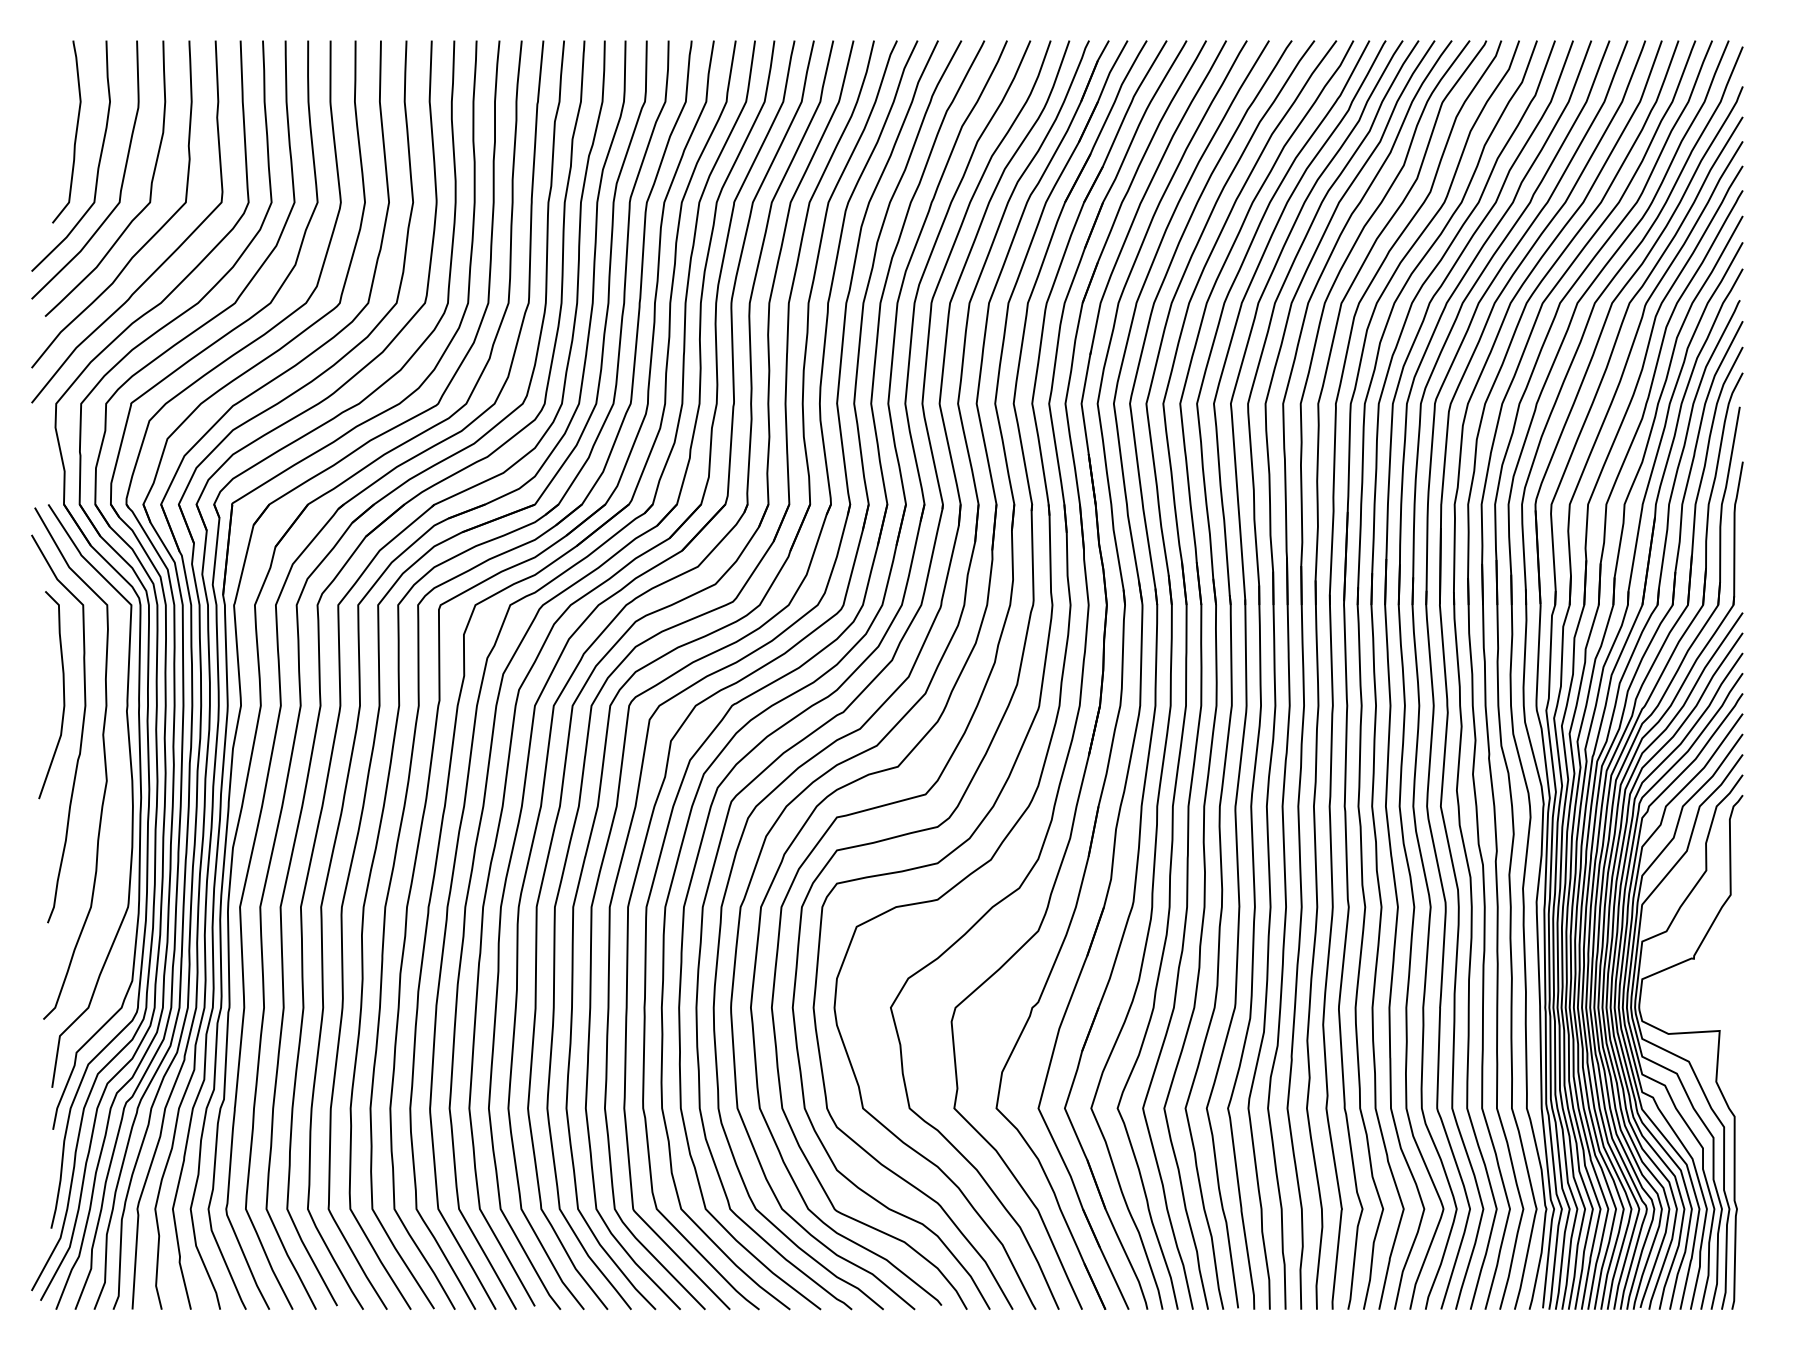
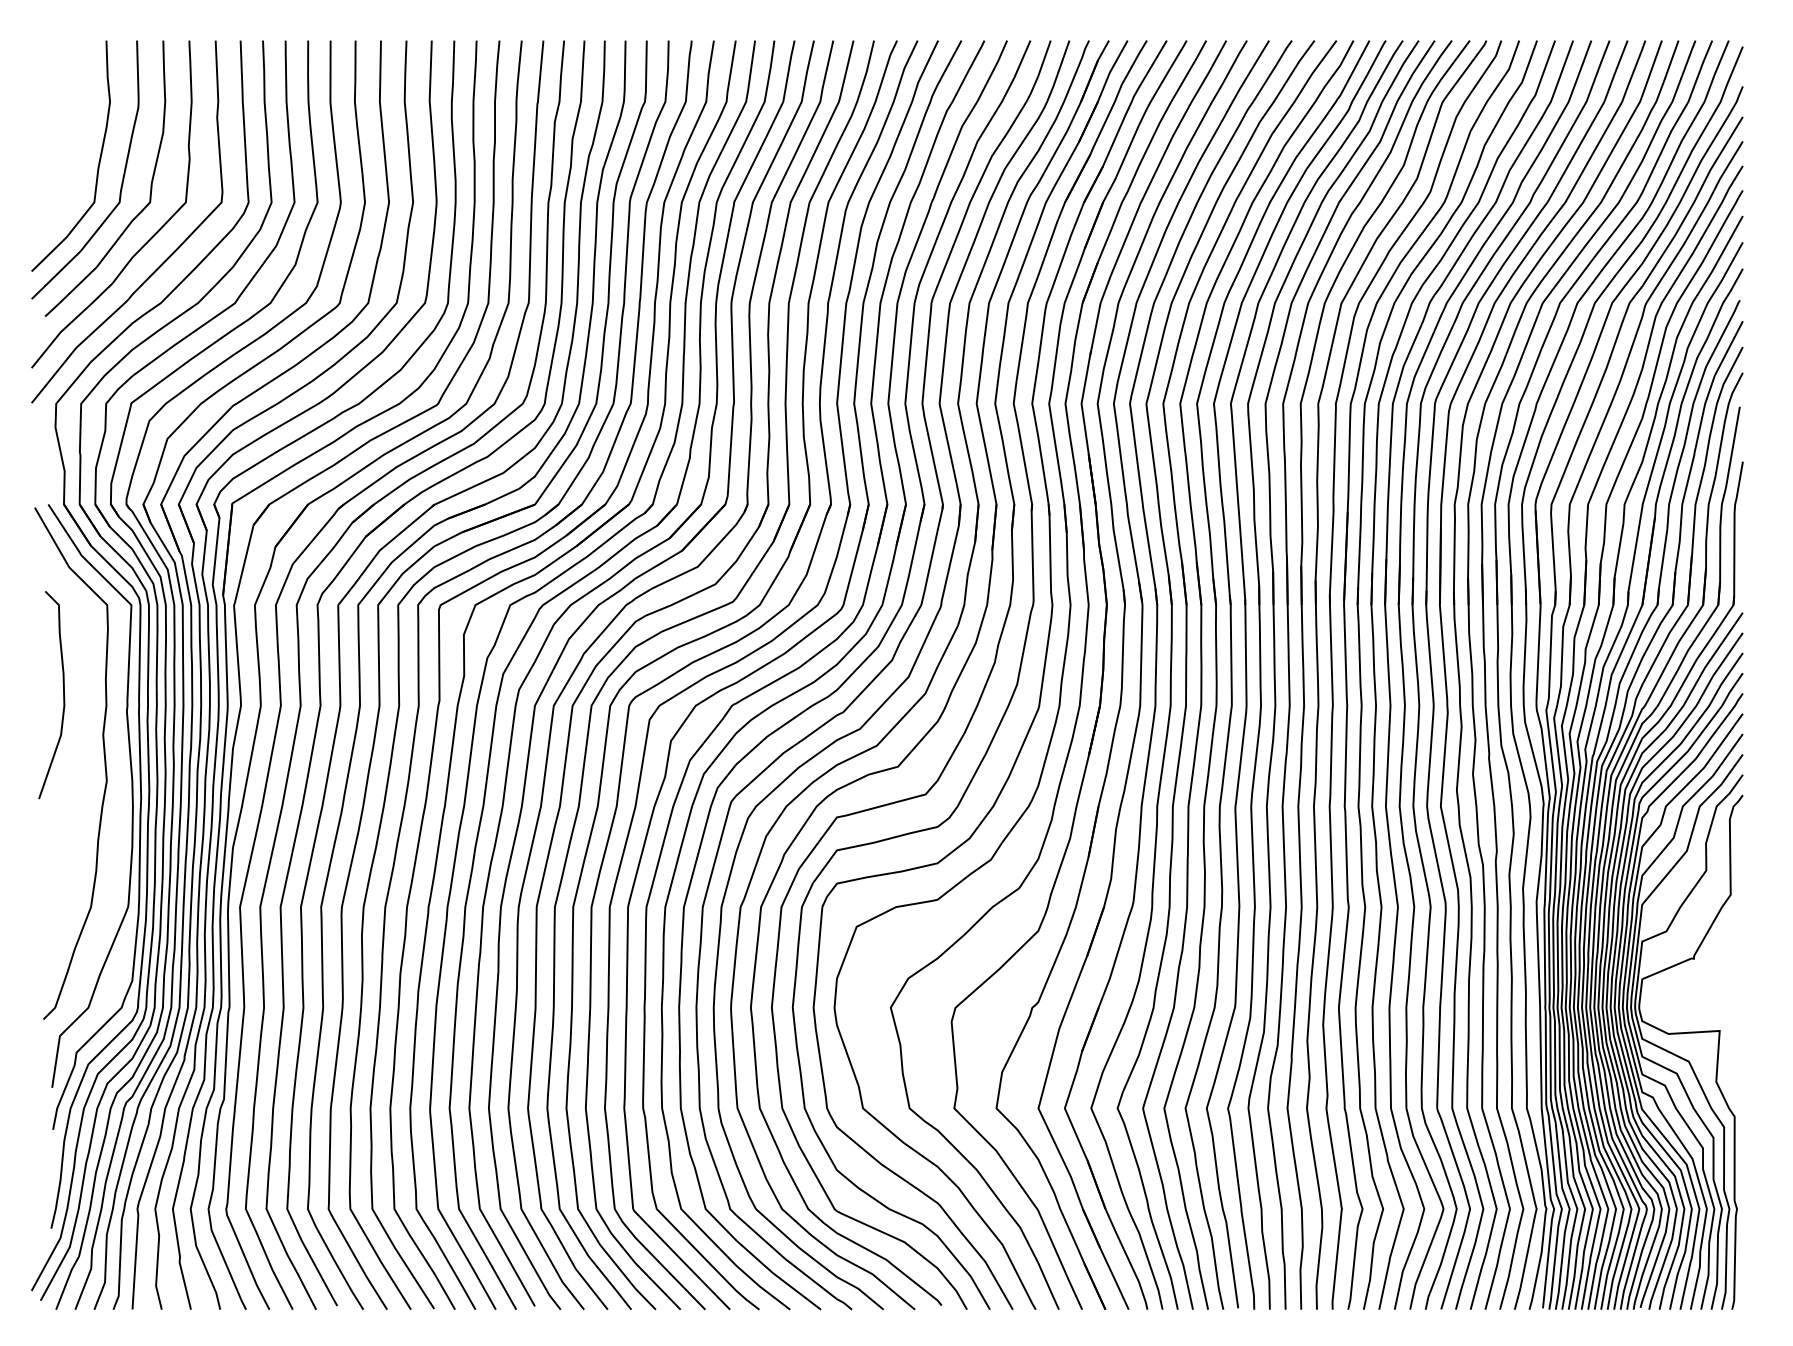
curve at (75, 131): present -> none
curve at (81, 729): present -> none
